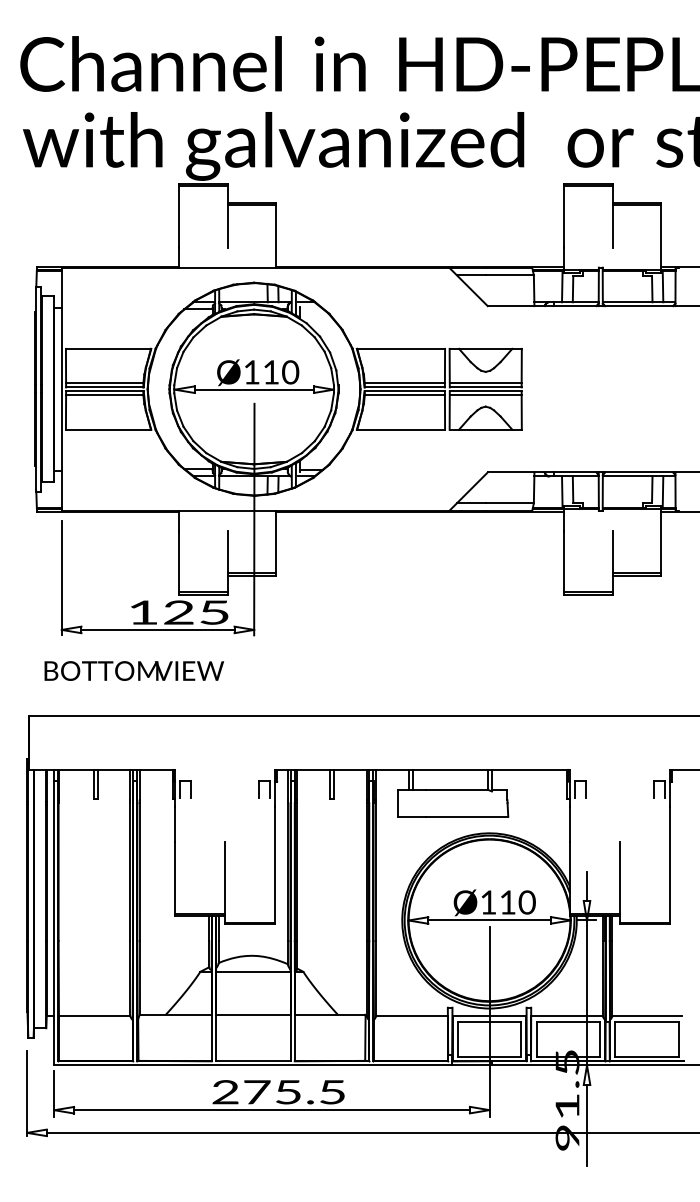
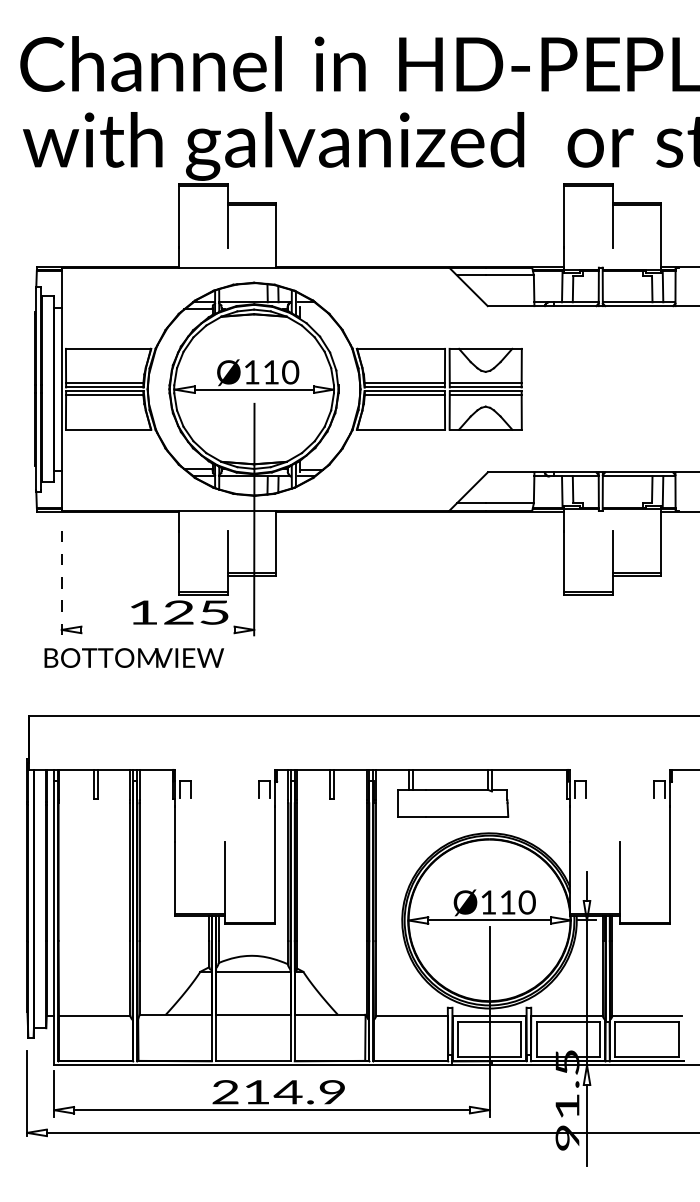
line at (61, 578): solid -> dashed
line at (157, 629): present -> none
text at (134, 670) position: (134, 670) -> (134, 657)
text at (294, 1092): 275.5 -> 214.9
